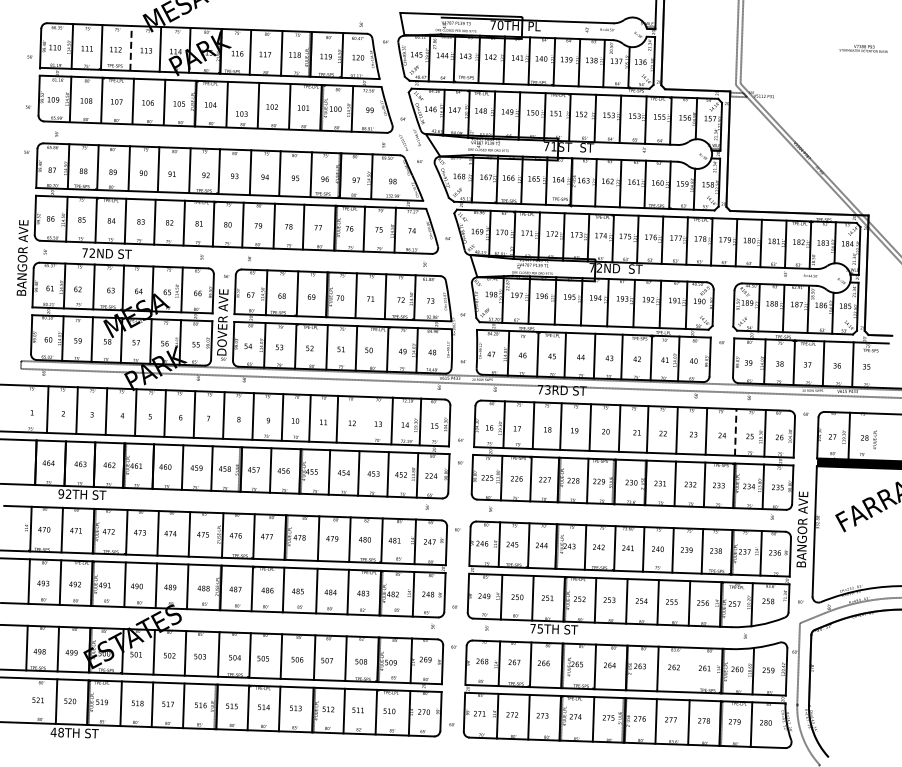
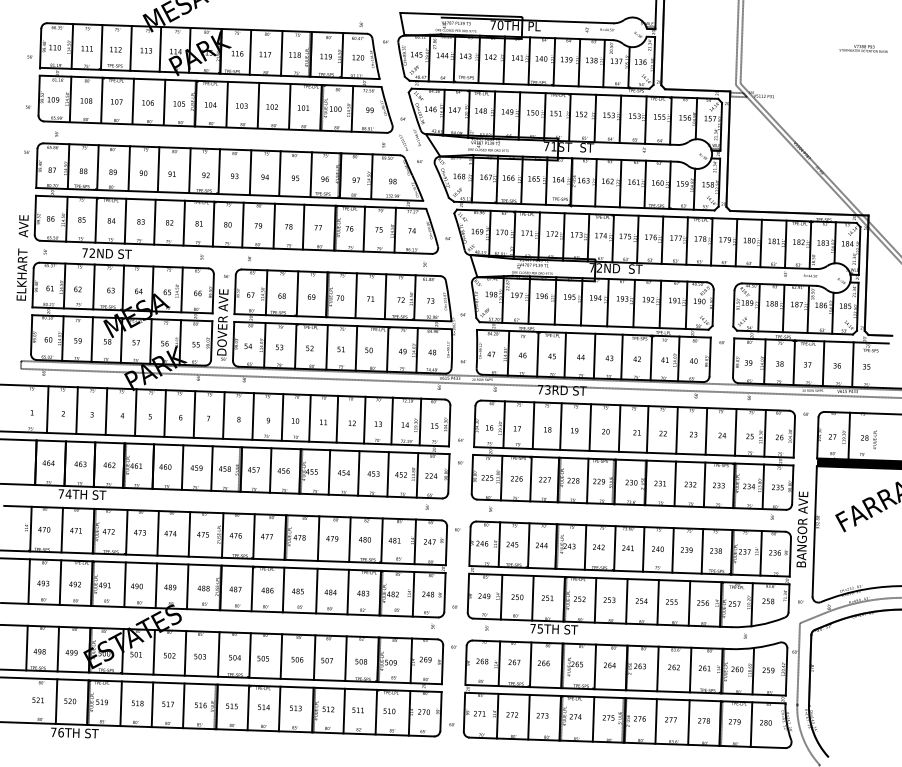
line at (131, 47): dashed -> solid
text at (241, 113) position: (241, 113) -> (241, 105)
text at (22, 257): BANGOR AVE -> ELKHART   AVE
line at (364, 419): none -> present
line at (735, 431): dashed -> solid
text at (64, 493): 92TH -> 74TH
line at (690, 669): none -> present
text at (56, 732): 48TH -> 76TH
